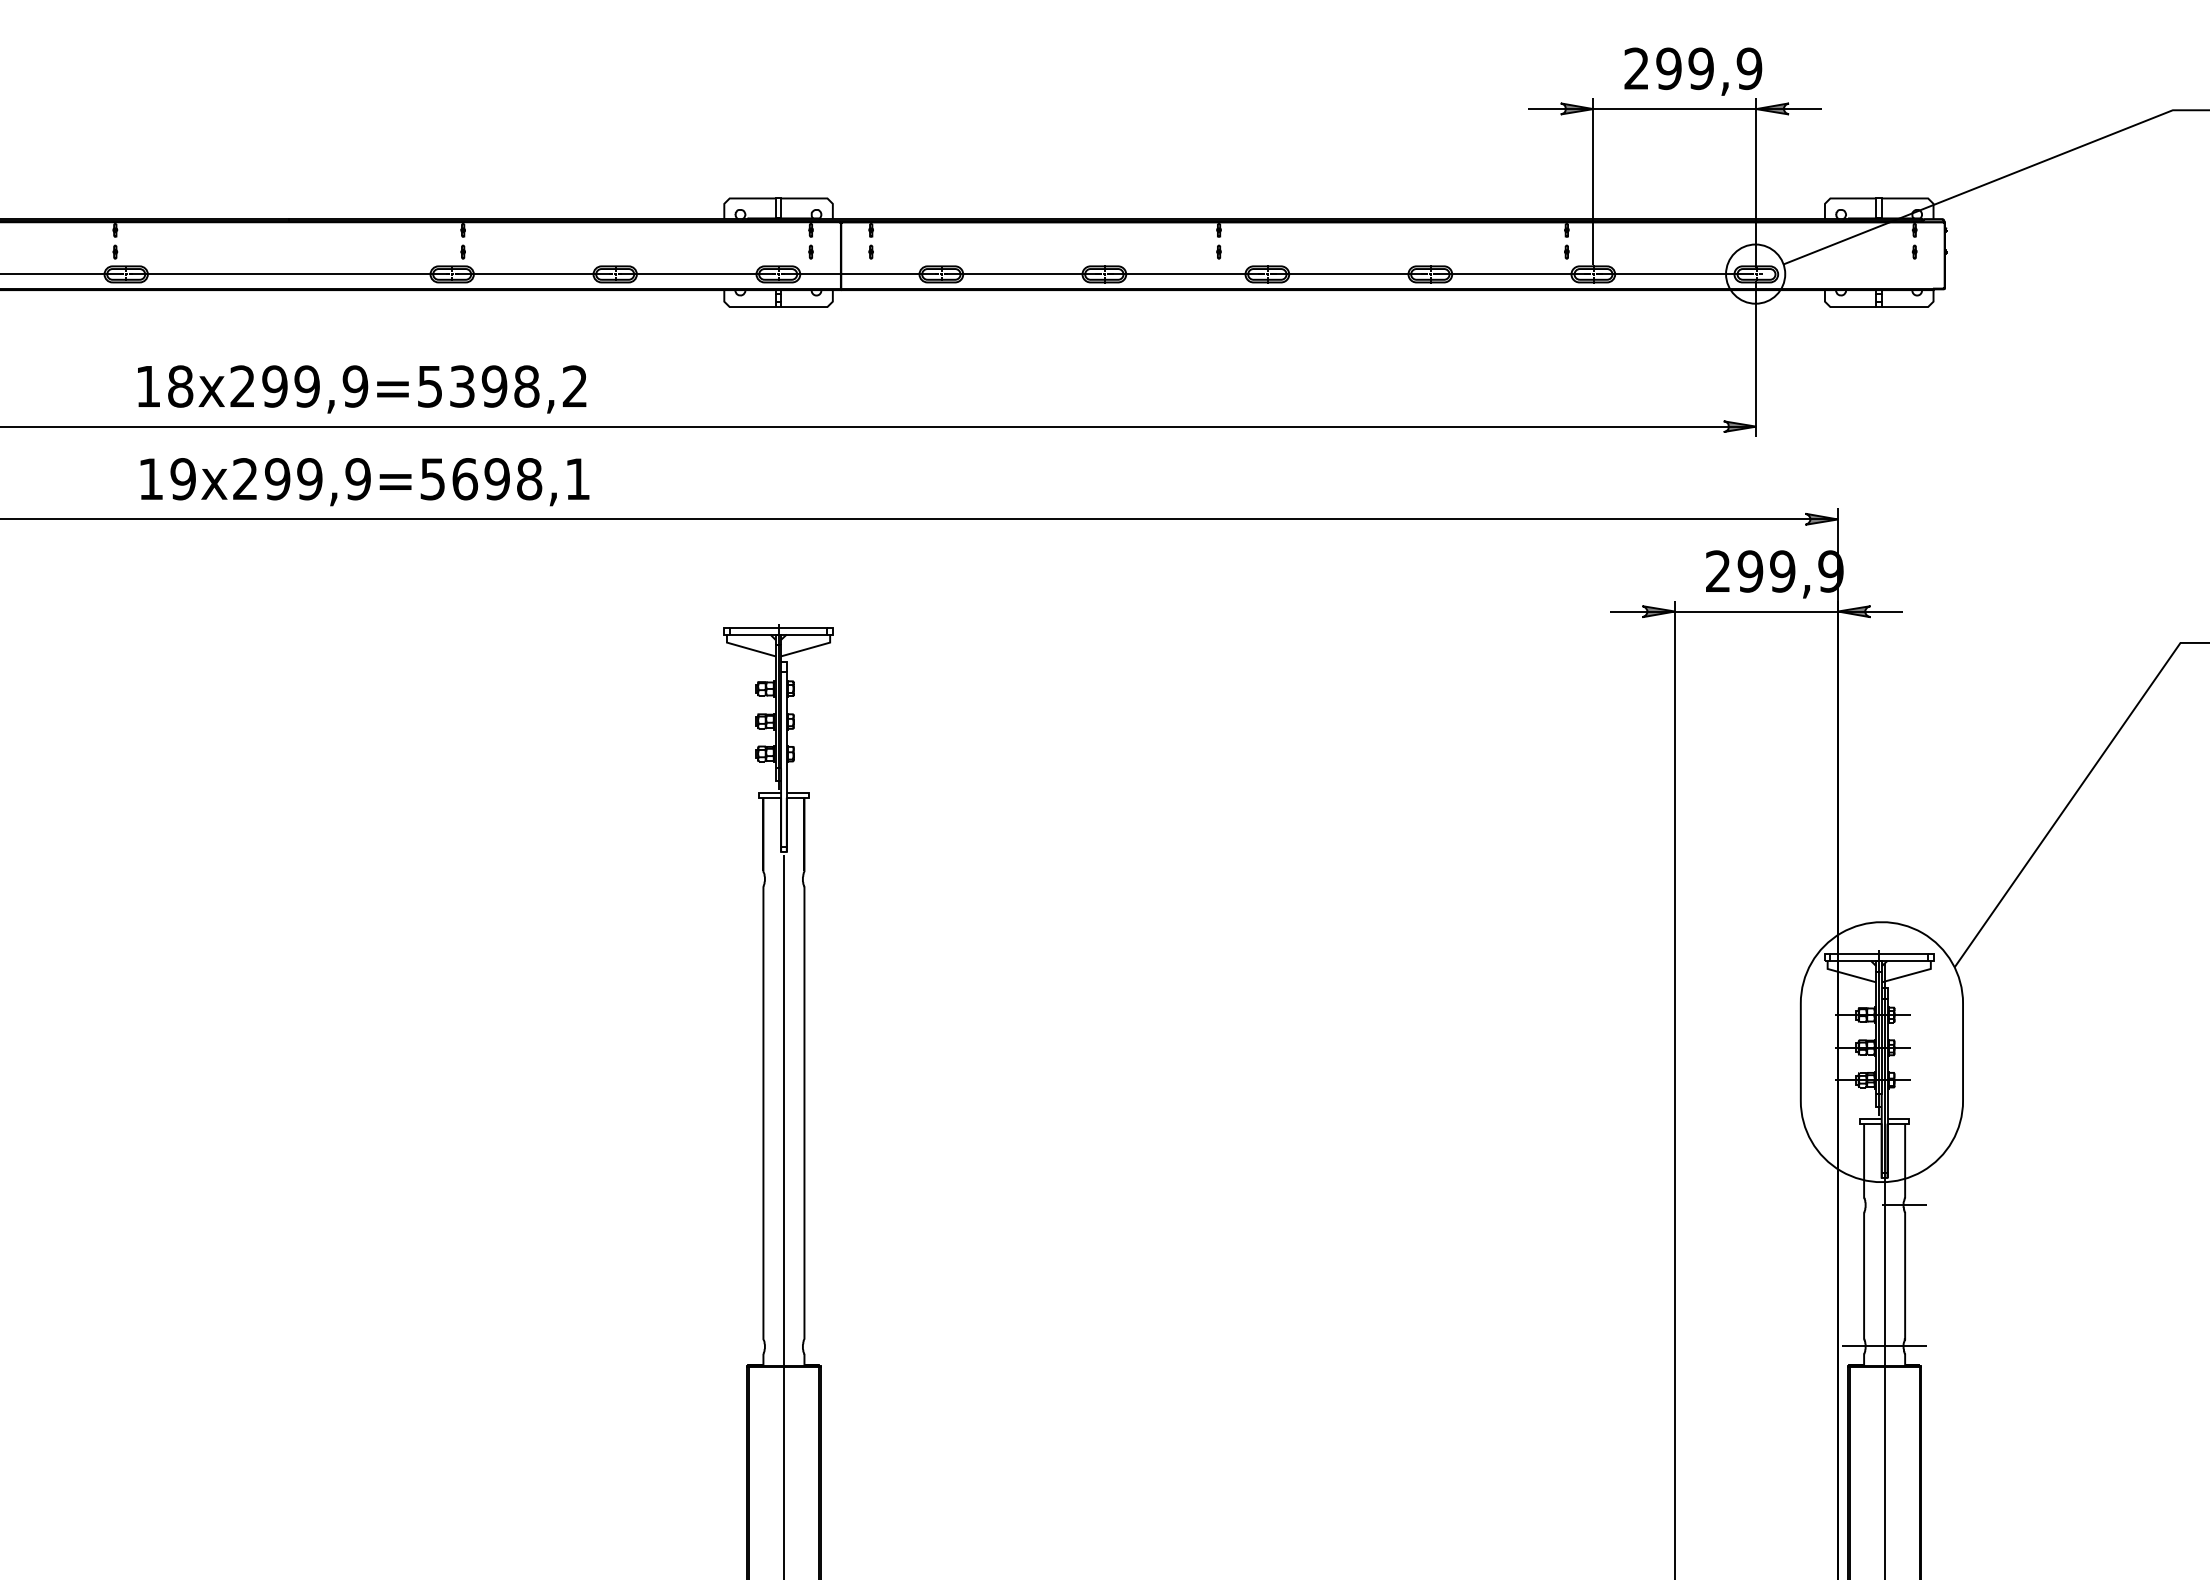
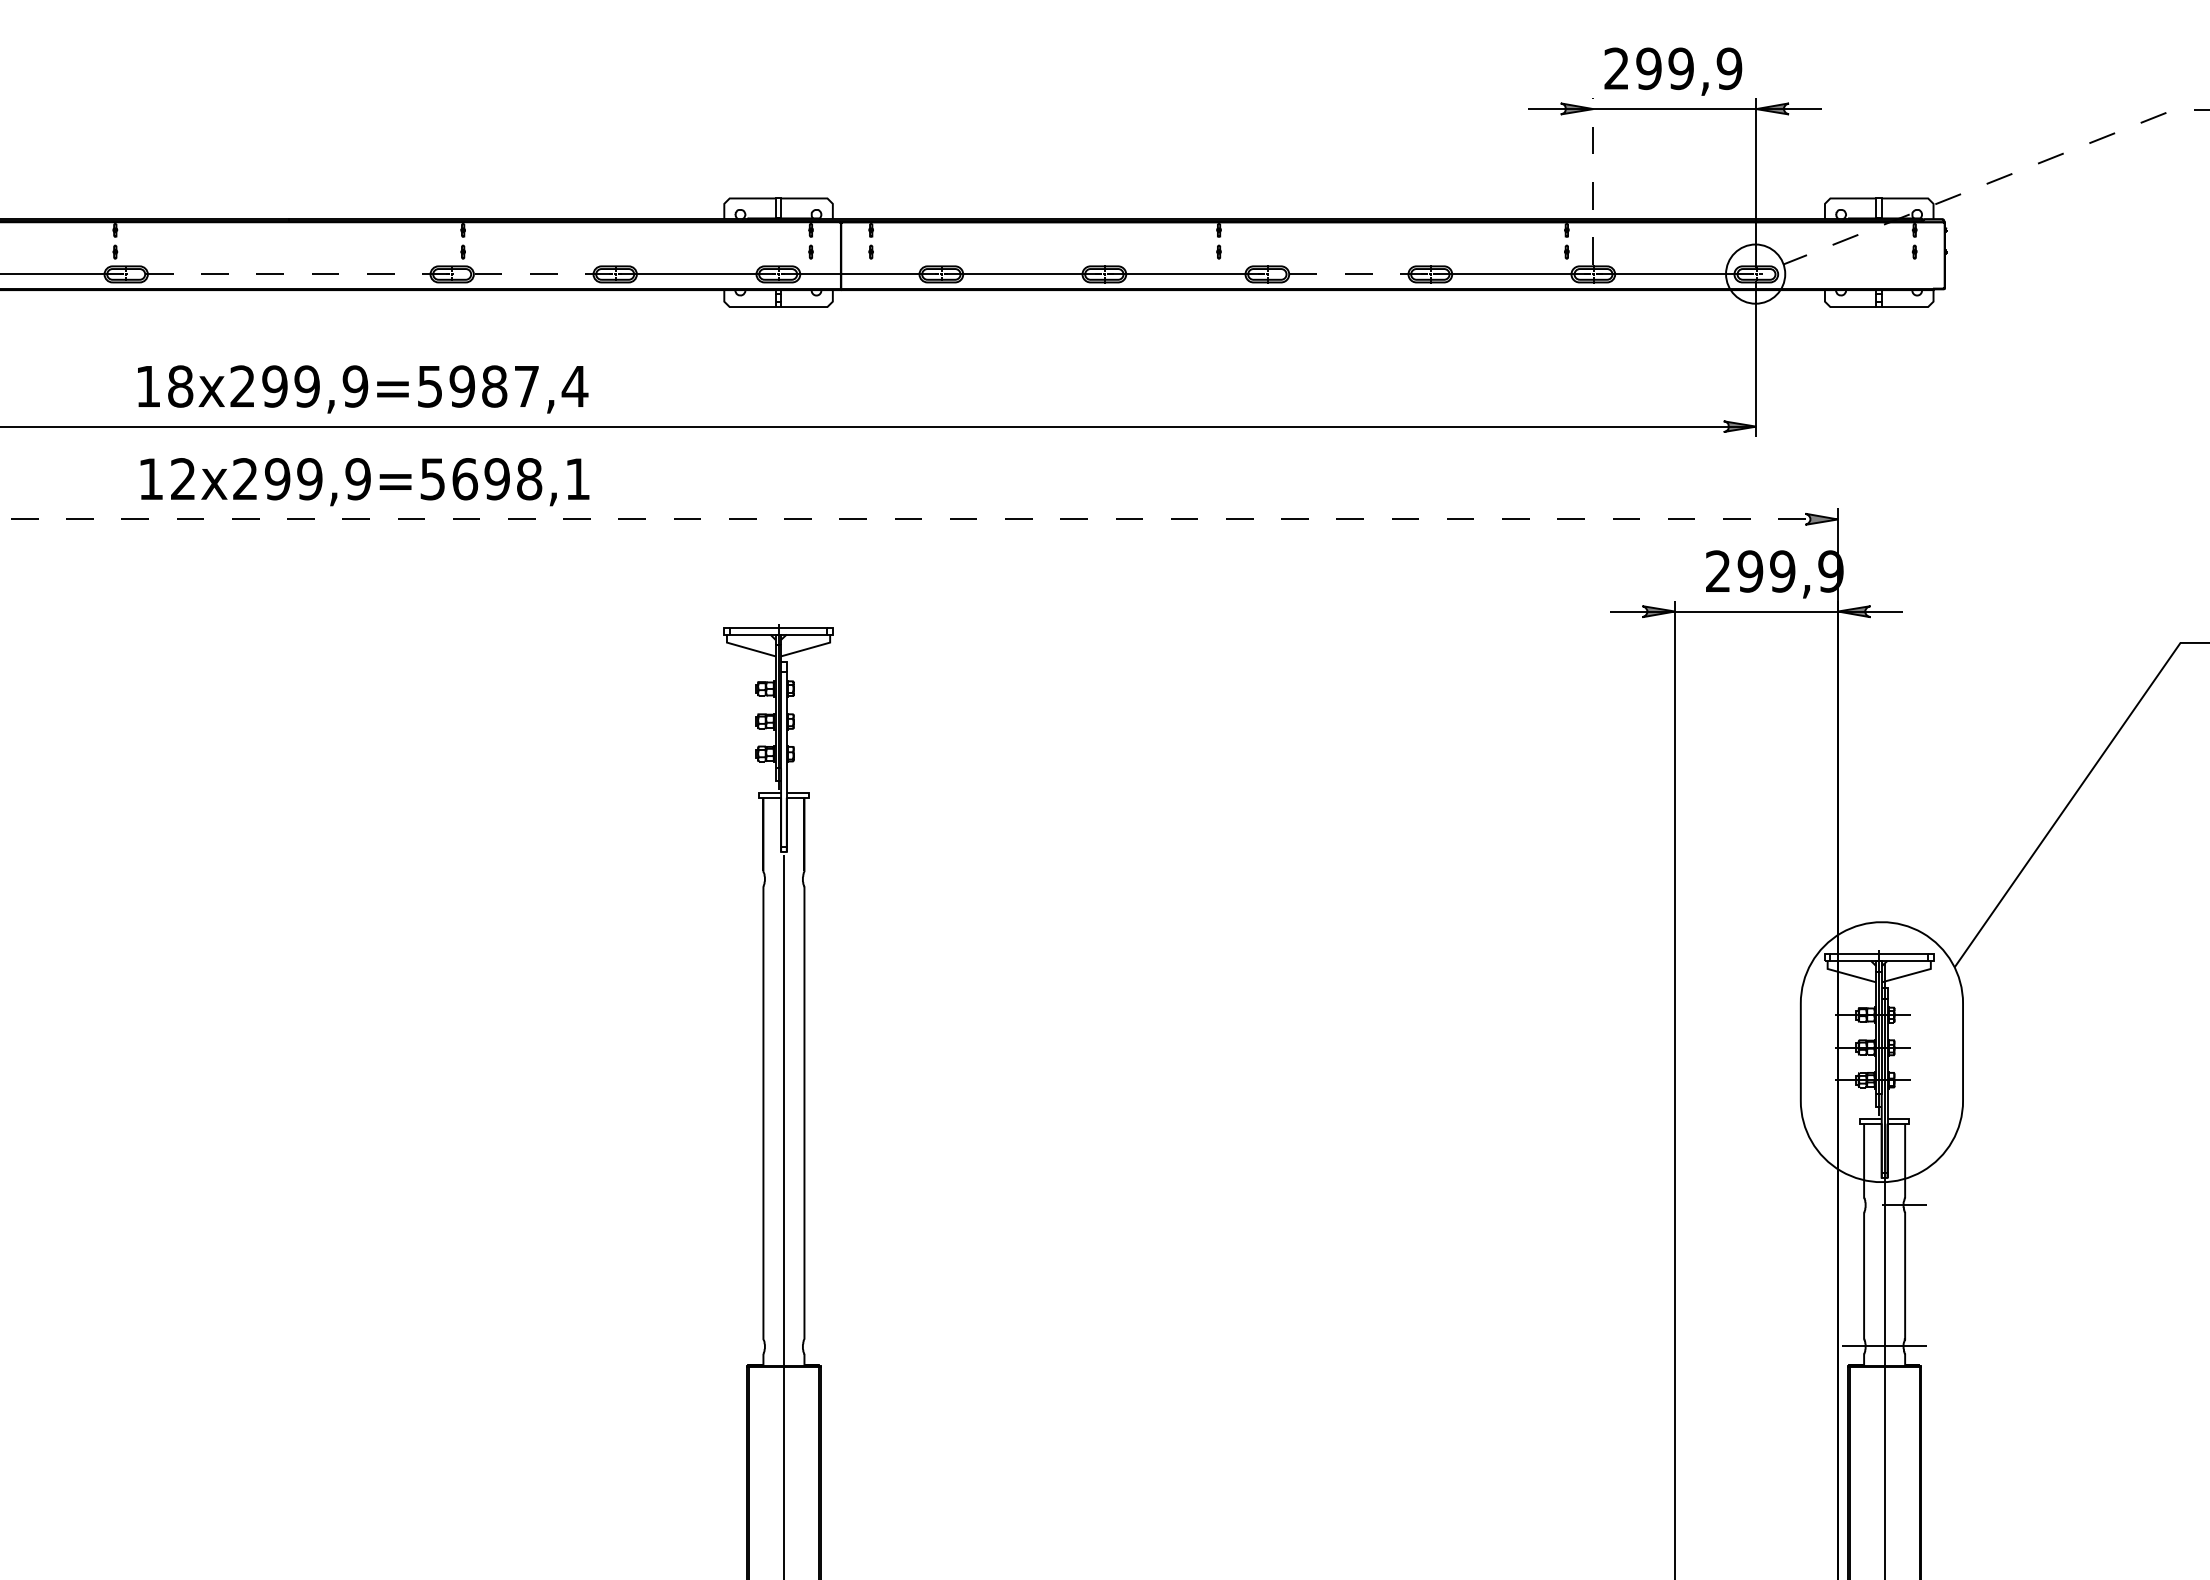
text at (1693, 71) position: (1693, 71) -> (1673, 71)
line at (1593, 180): solid -> dashed
line at (1995, 180): solid -> dashed
line at (285, 274): solid -> dashed
line at (531, 274): solid -> dashed
line at (1345, 274): solid -> dashed
text at (518, 386): 18x299,9=5398,2 -> 18x299,9=5987,4
text at (182, 479): 19x299,9=5698,1 -> 12x299,9=5698,1
line at (919, 519): solid -> dashed
